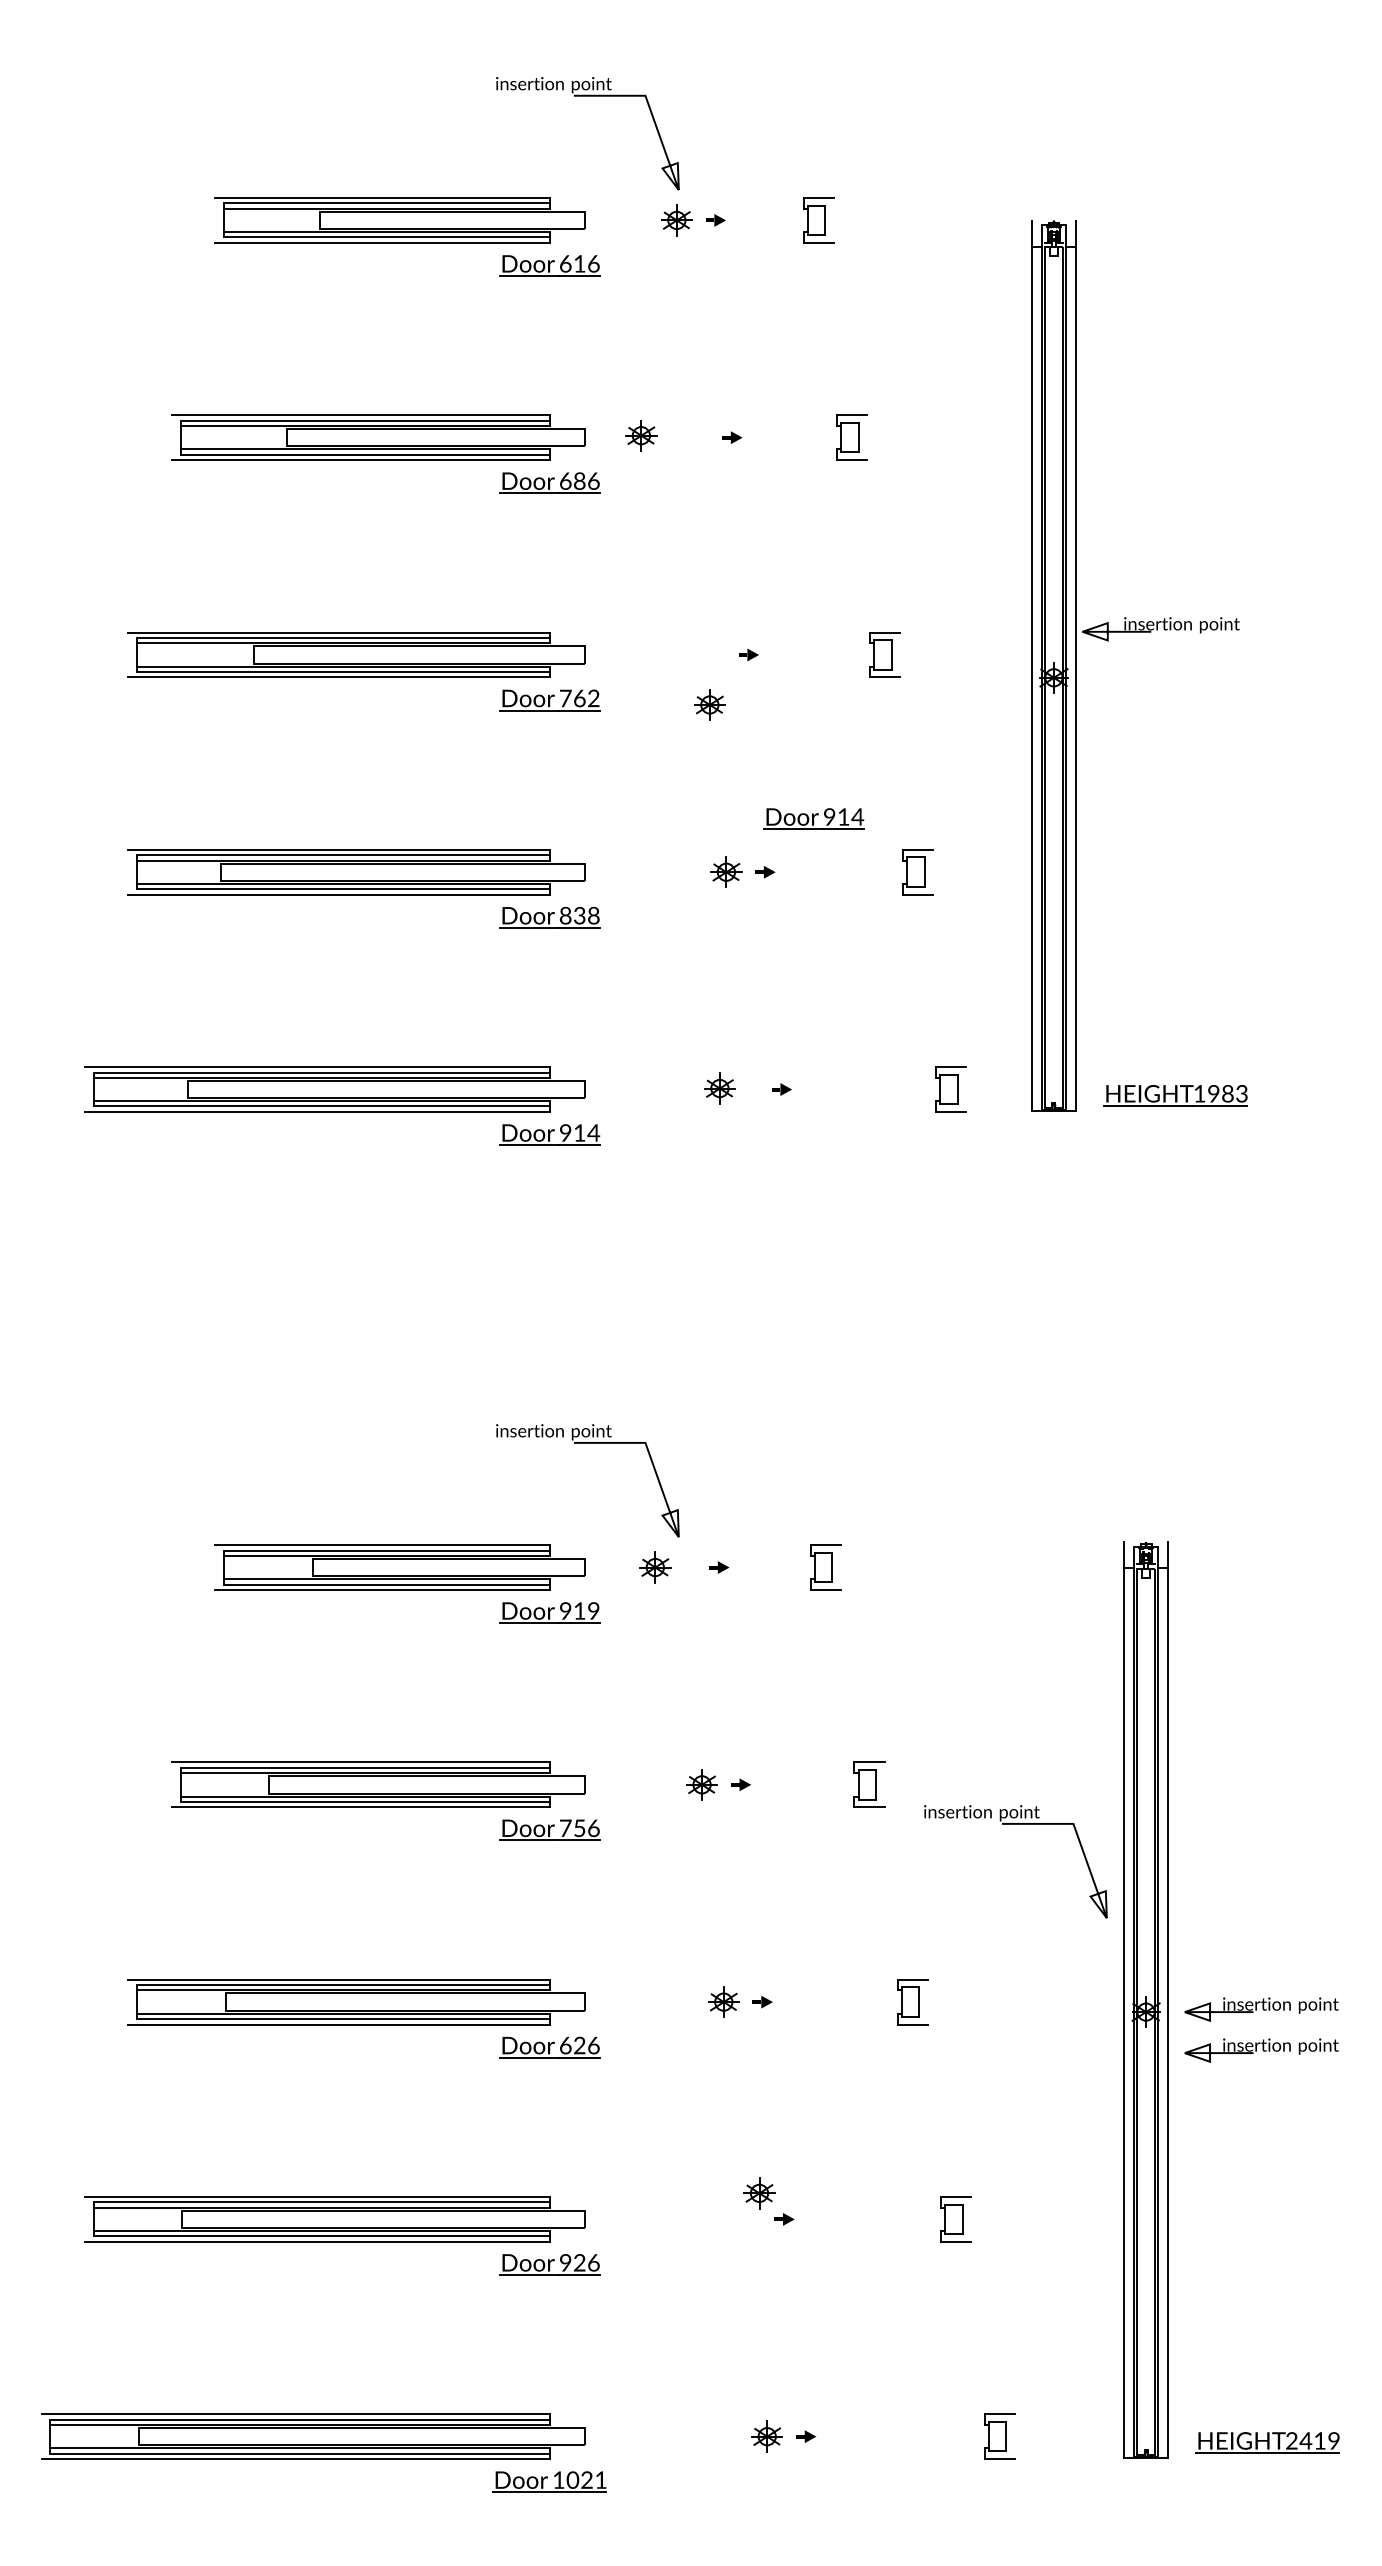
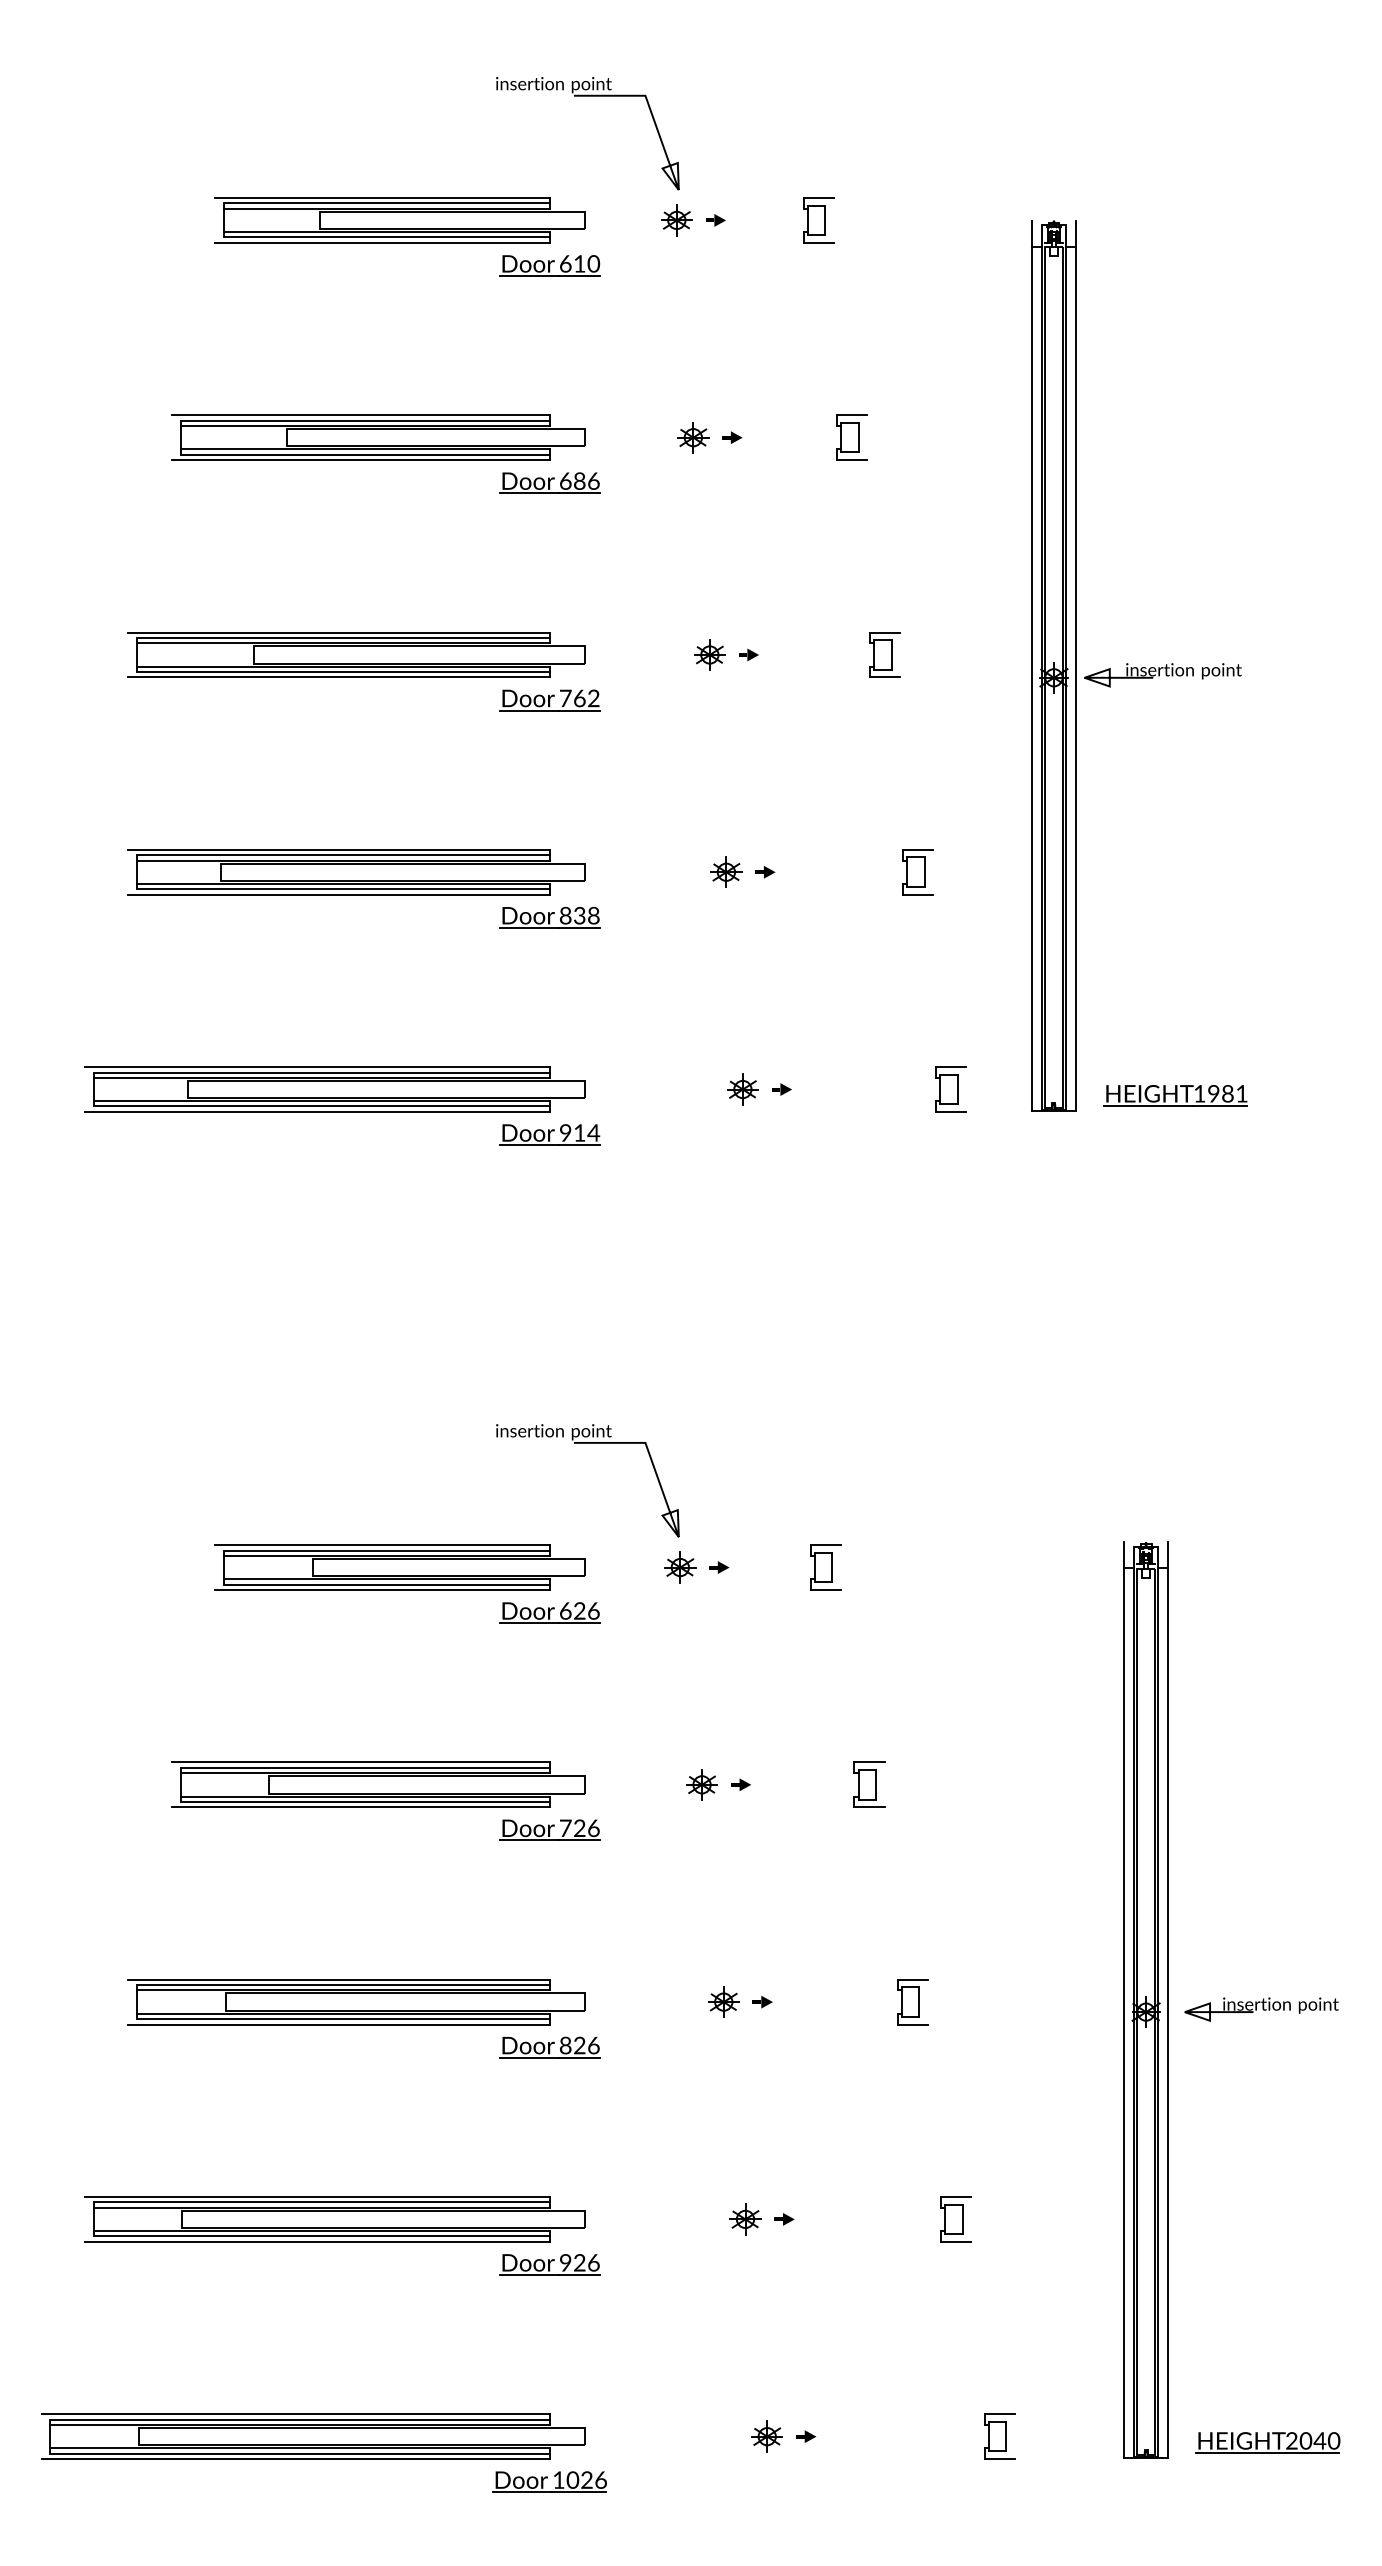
text at (593, 263): 616 -> 610
part at (641, 435) position: (641, 435) -> (693, 437)
part at (1160, 629) position: (1160, 629) -> (1162, 675)
part at (709, 704) position: (709, 704) -> (709, 654)
part at (813, 818): present -> none
part at (719, 1088) position: (719, 1088) -> (742, 1089)
text at (1241, 1093): 1983 -> 1981
part at (655, 1567) position: (655, 1567) -> (680, 1567)
text at (579, 1610): 919 -> 626
part at (1015, 1824): present -> none
text at (579, 1828): 756 -> 726
text at (565, 2044): 626 -> 826
part at (1261, 2050): present -> none
part at (759, 2193) position: (759, 2193) -> (745, 2219)
text at (1319, 2440): 2419 -> 2040
text at (600, 2479): 1021 -> 1026
